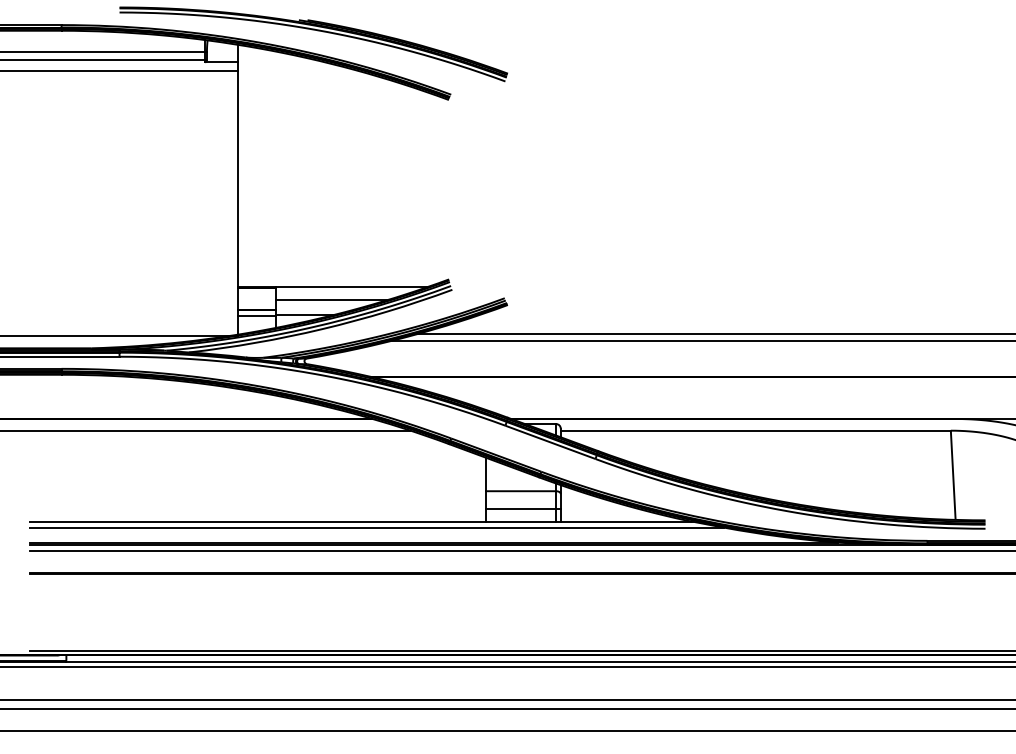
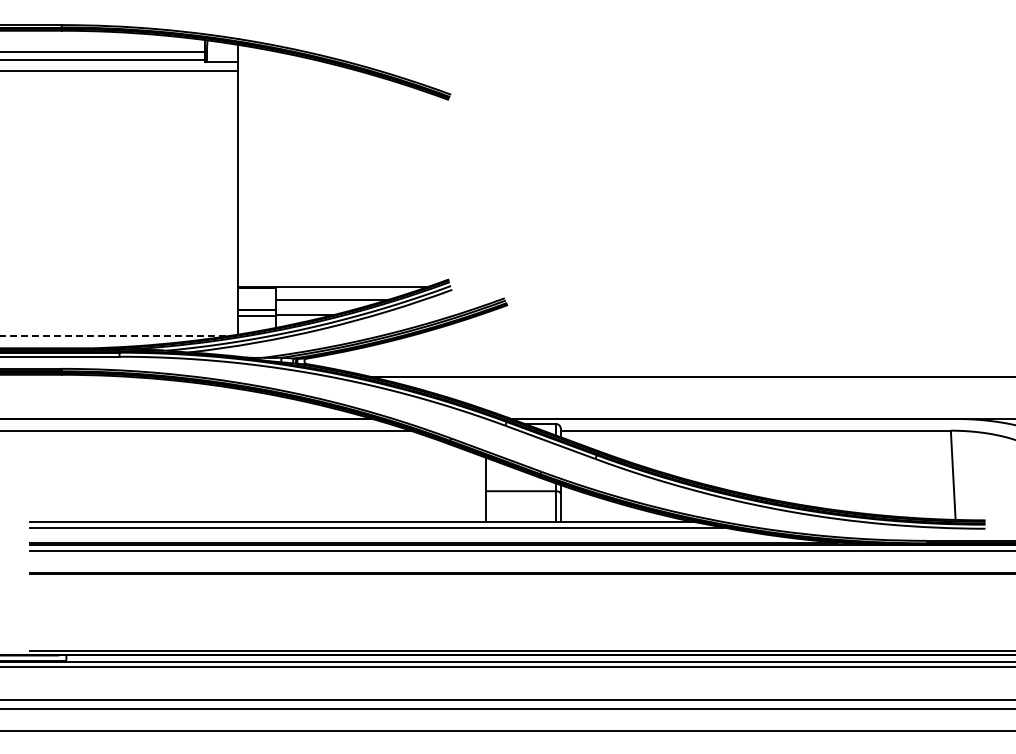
part at (317, 31): present -> none
line at (714, 334): present -> none
line at (119, 335): solid -> dashed
line at (701, 340): present -> none
line at (523, 509): present -> none
